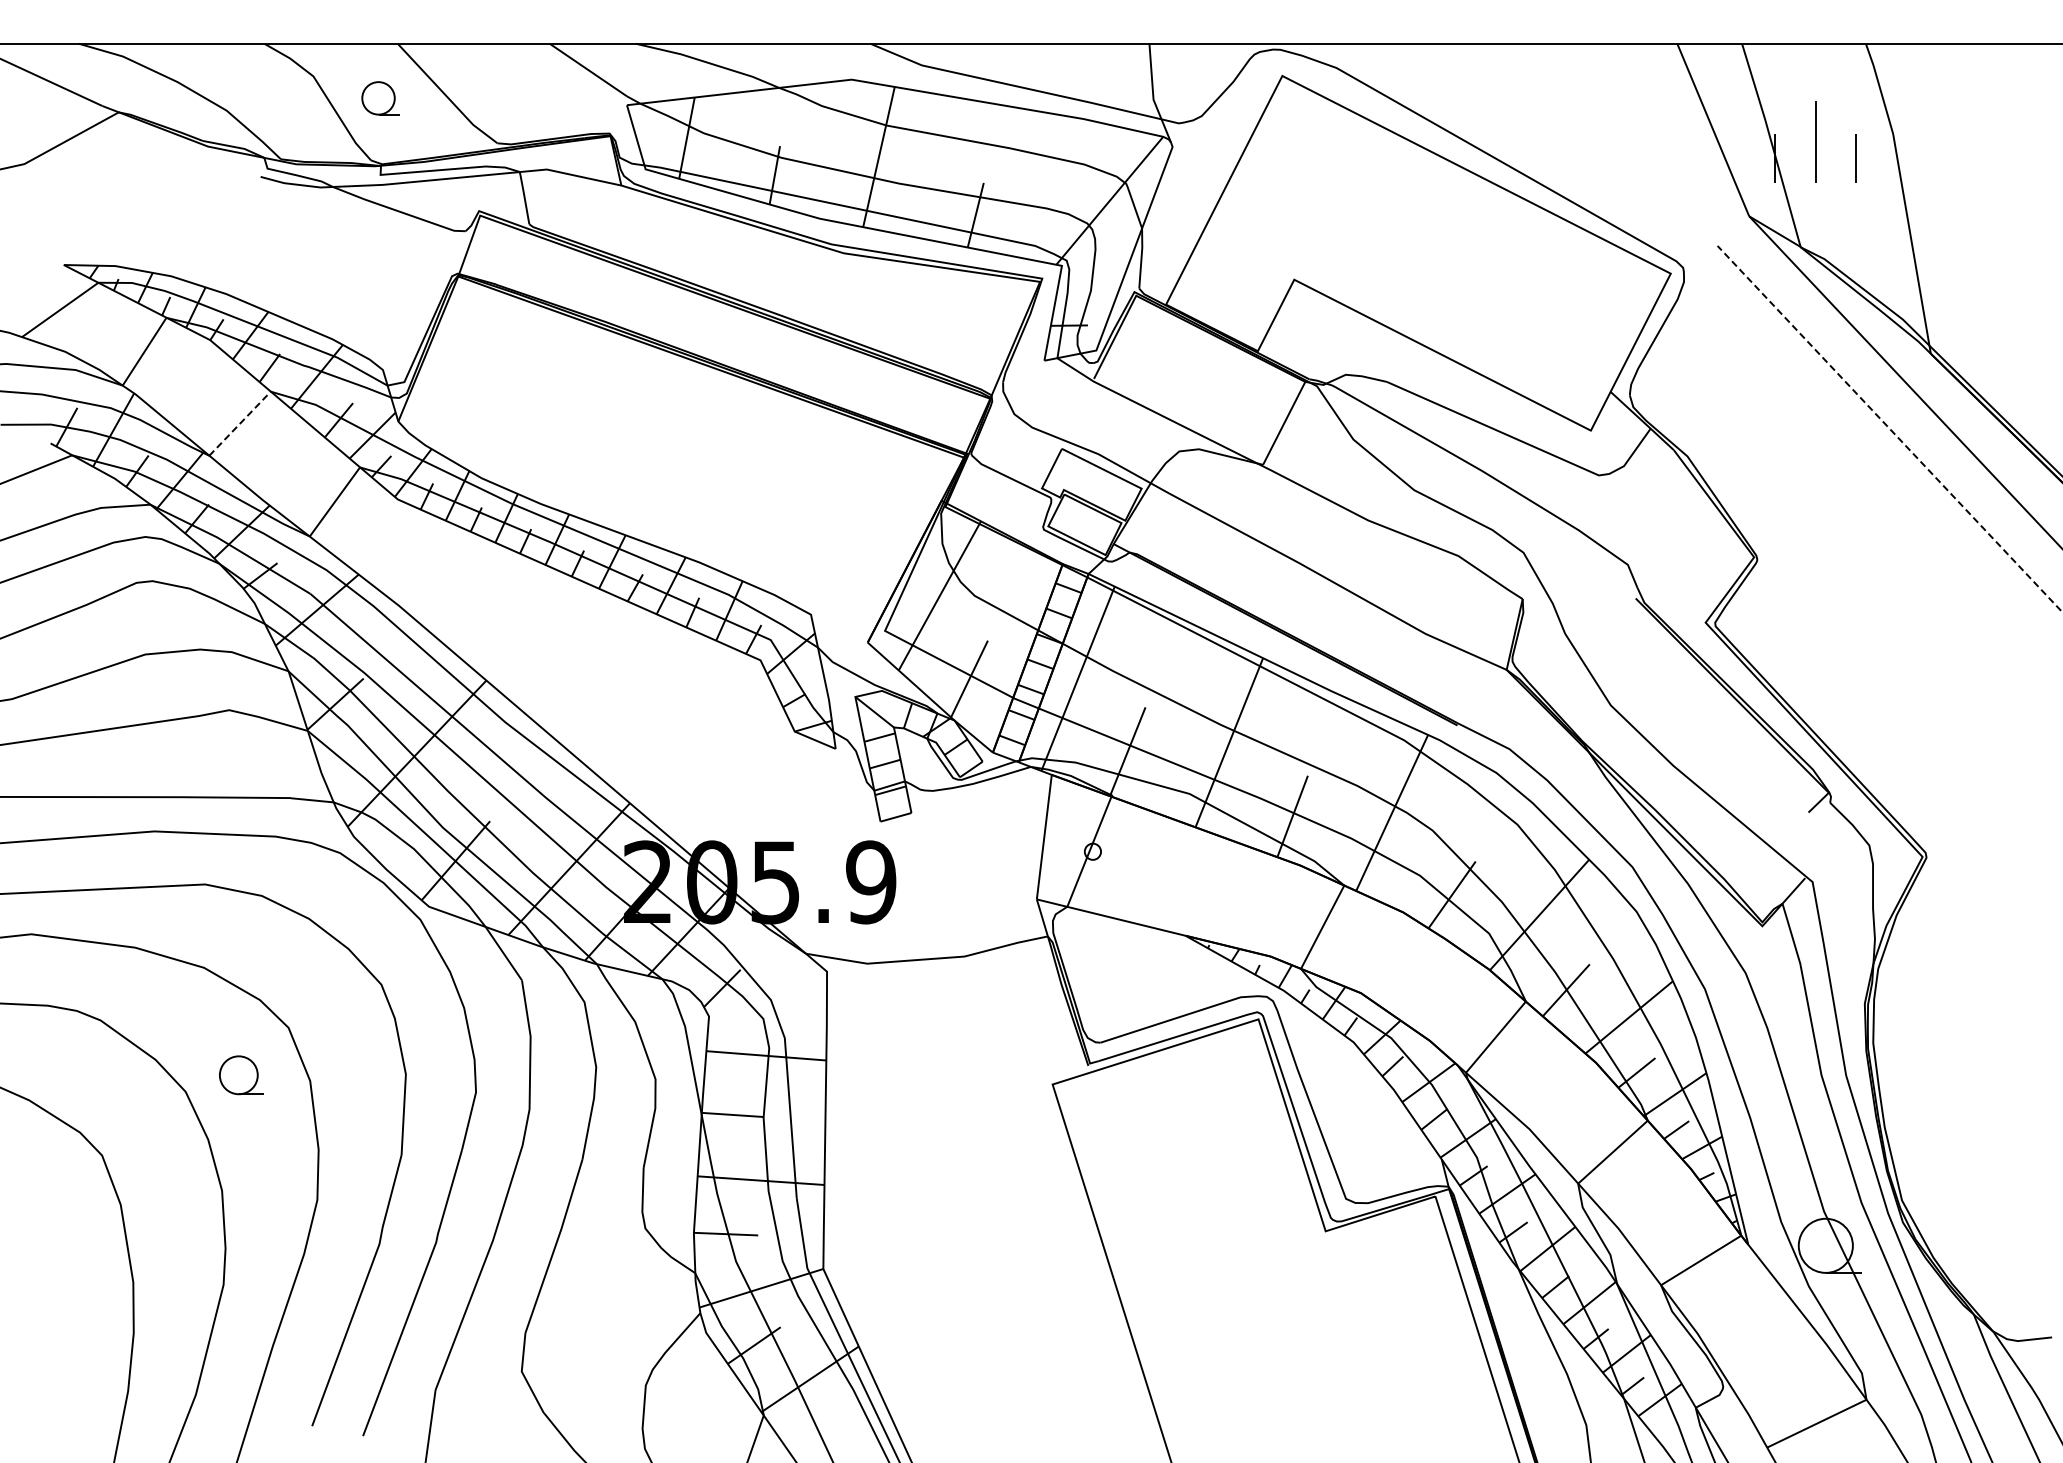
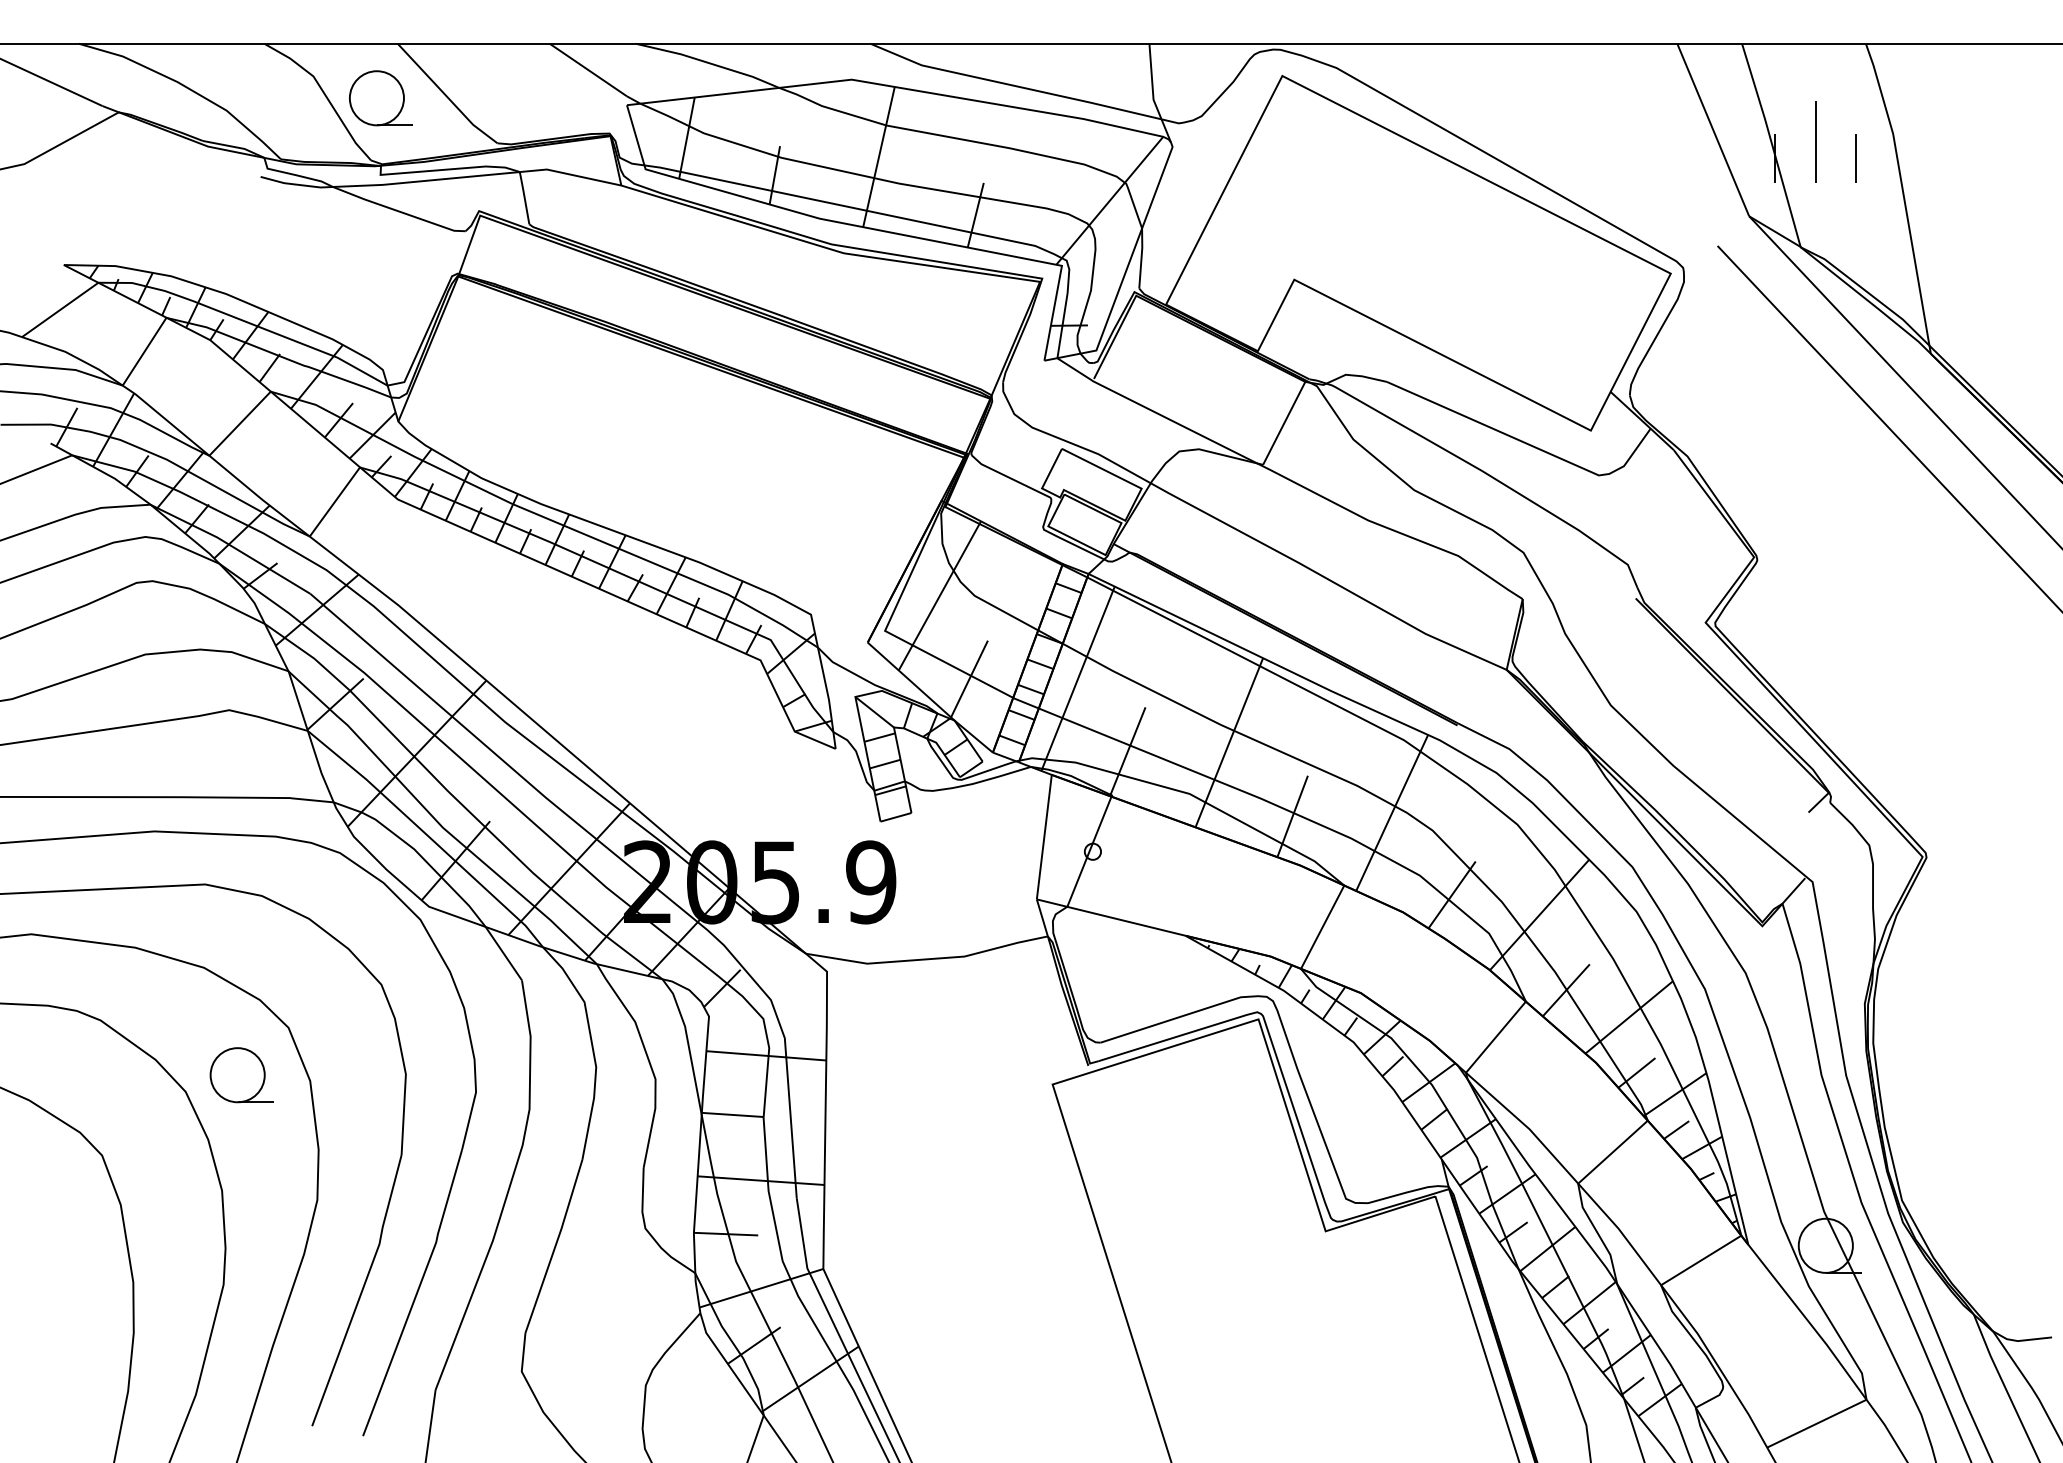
part at (380, 98) size: 39x35 px -> 64x57 px
line at (240, 423): dashed -> solid
line at (1890, 429): dashed -> solid
part at (241, 1075) size: 45x41 px -> 65x57 px
